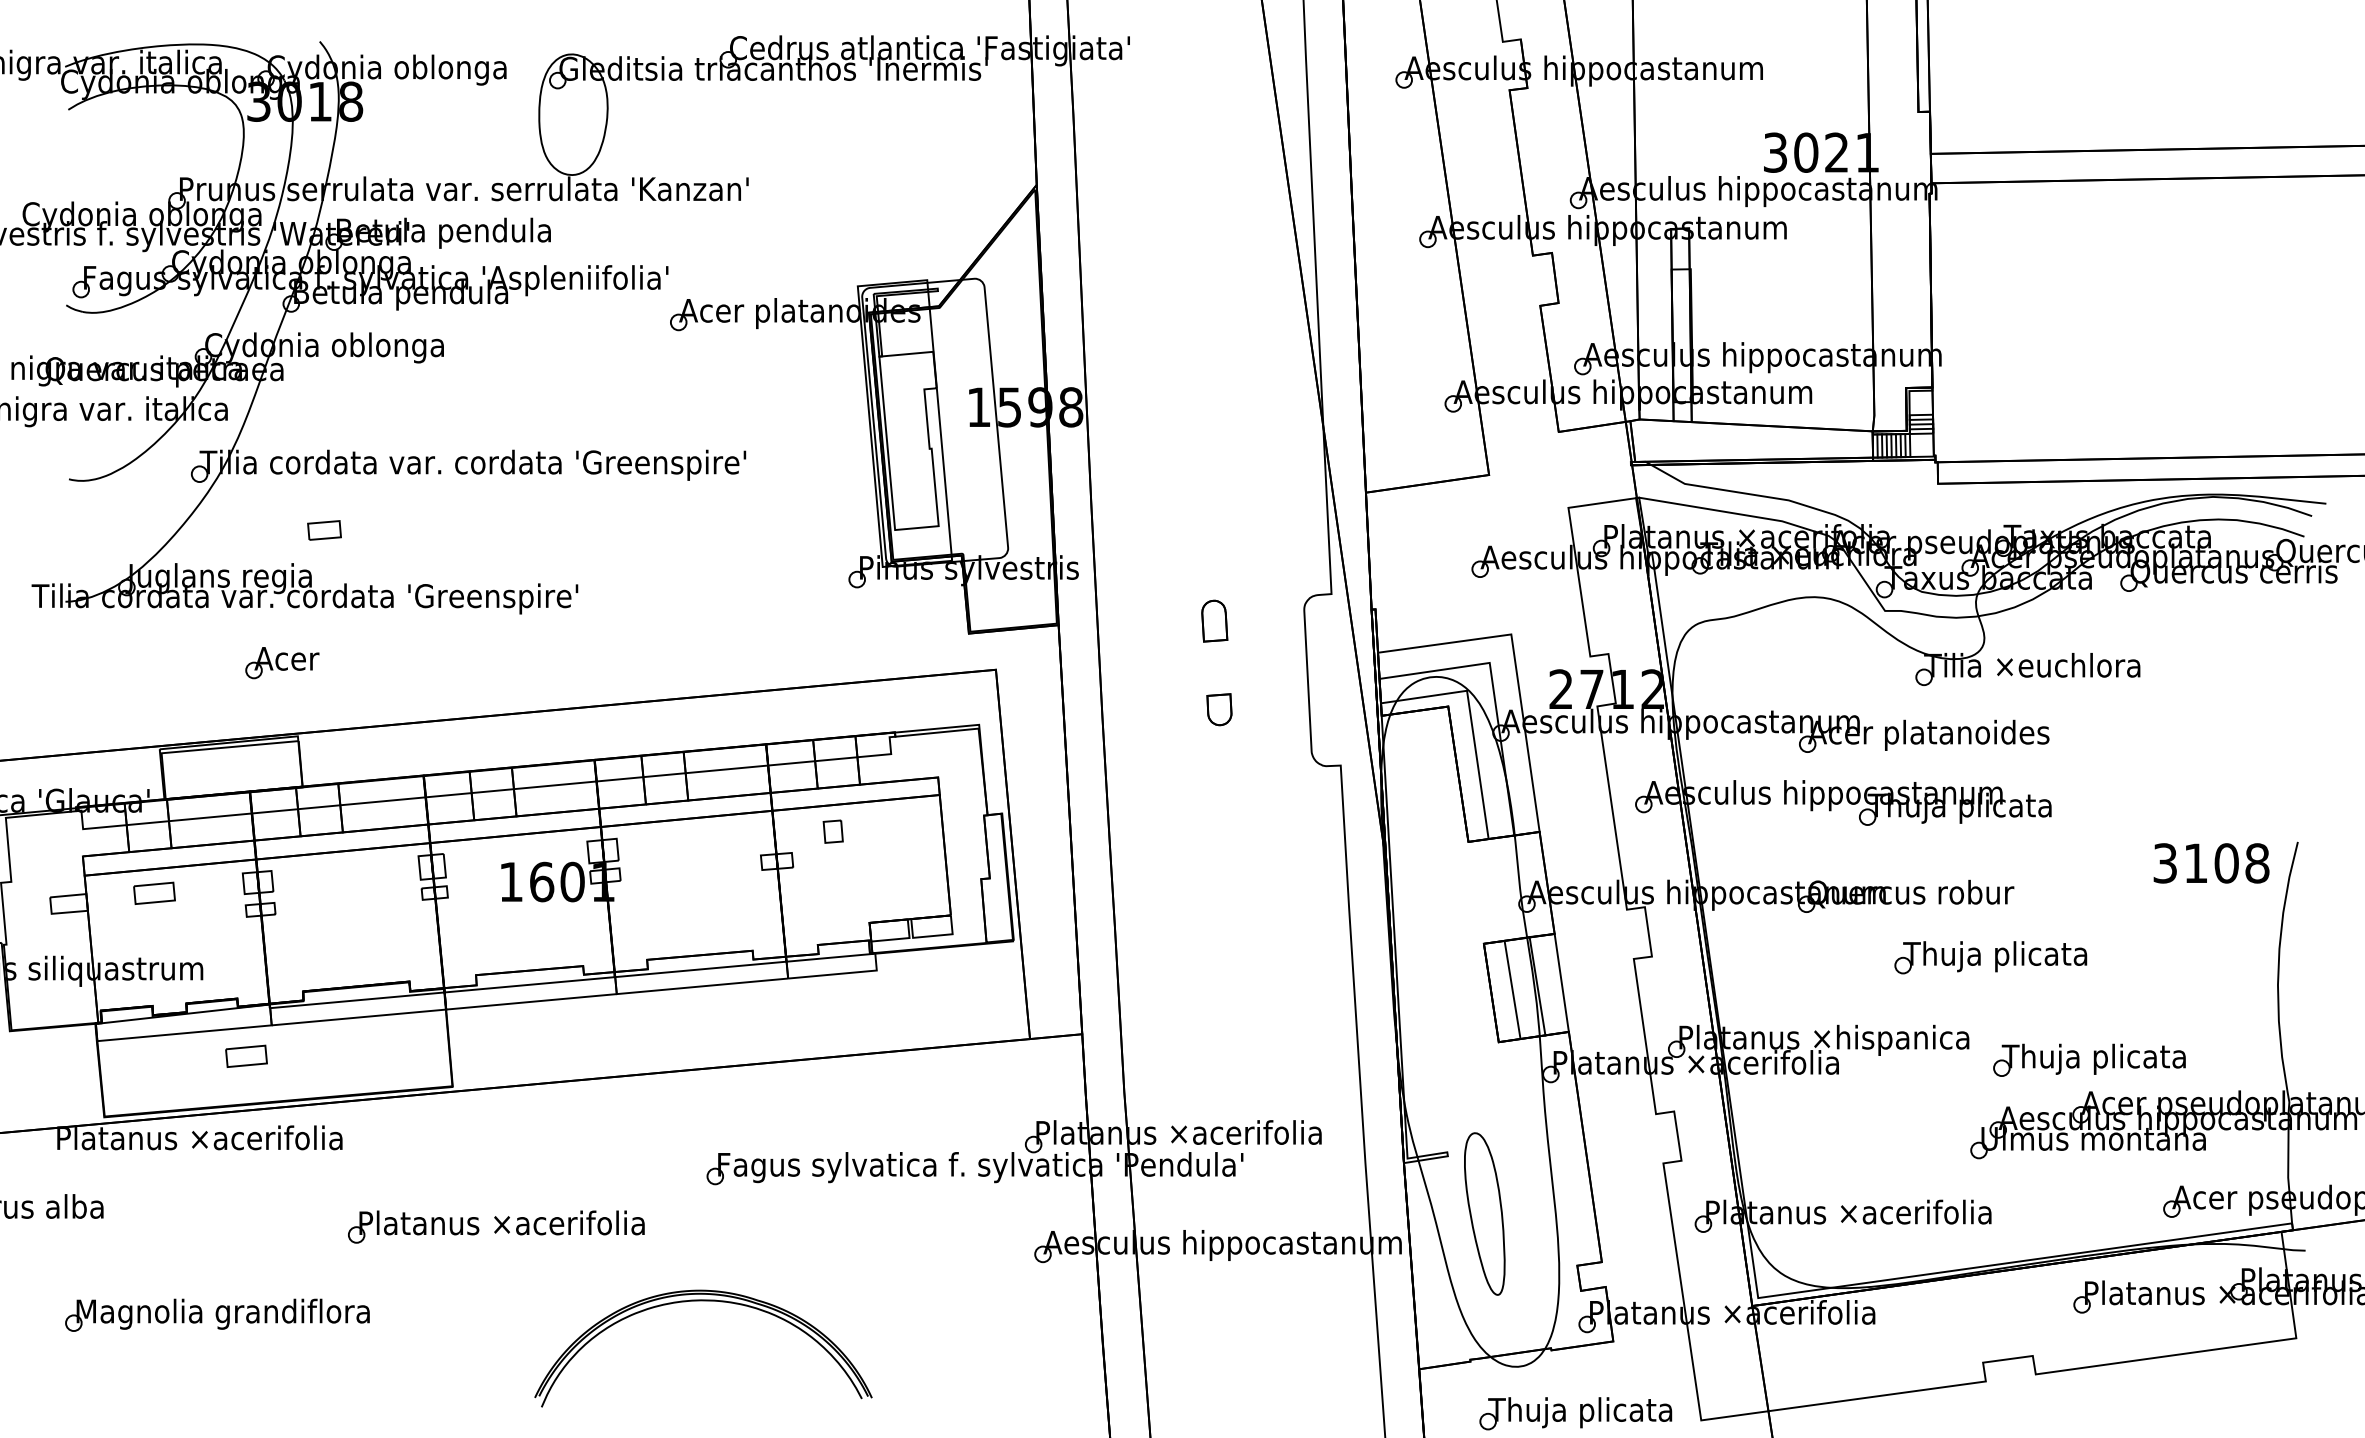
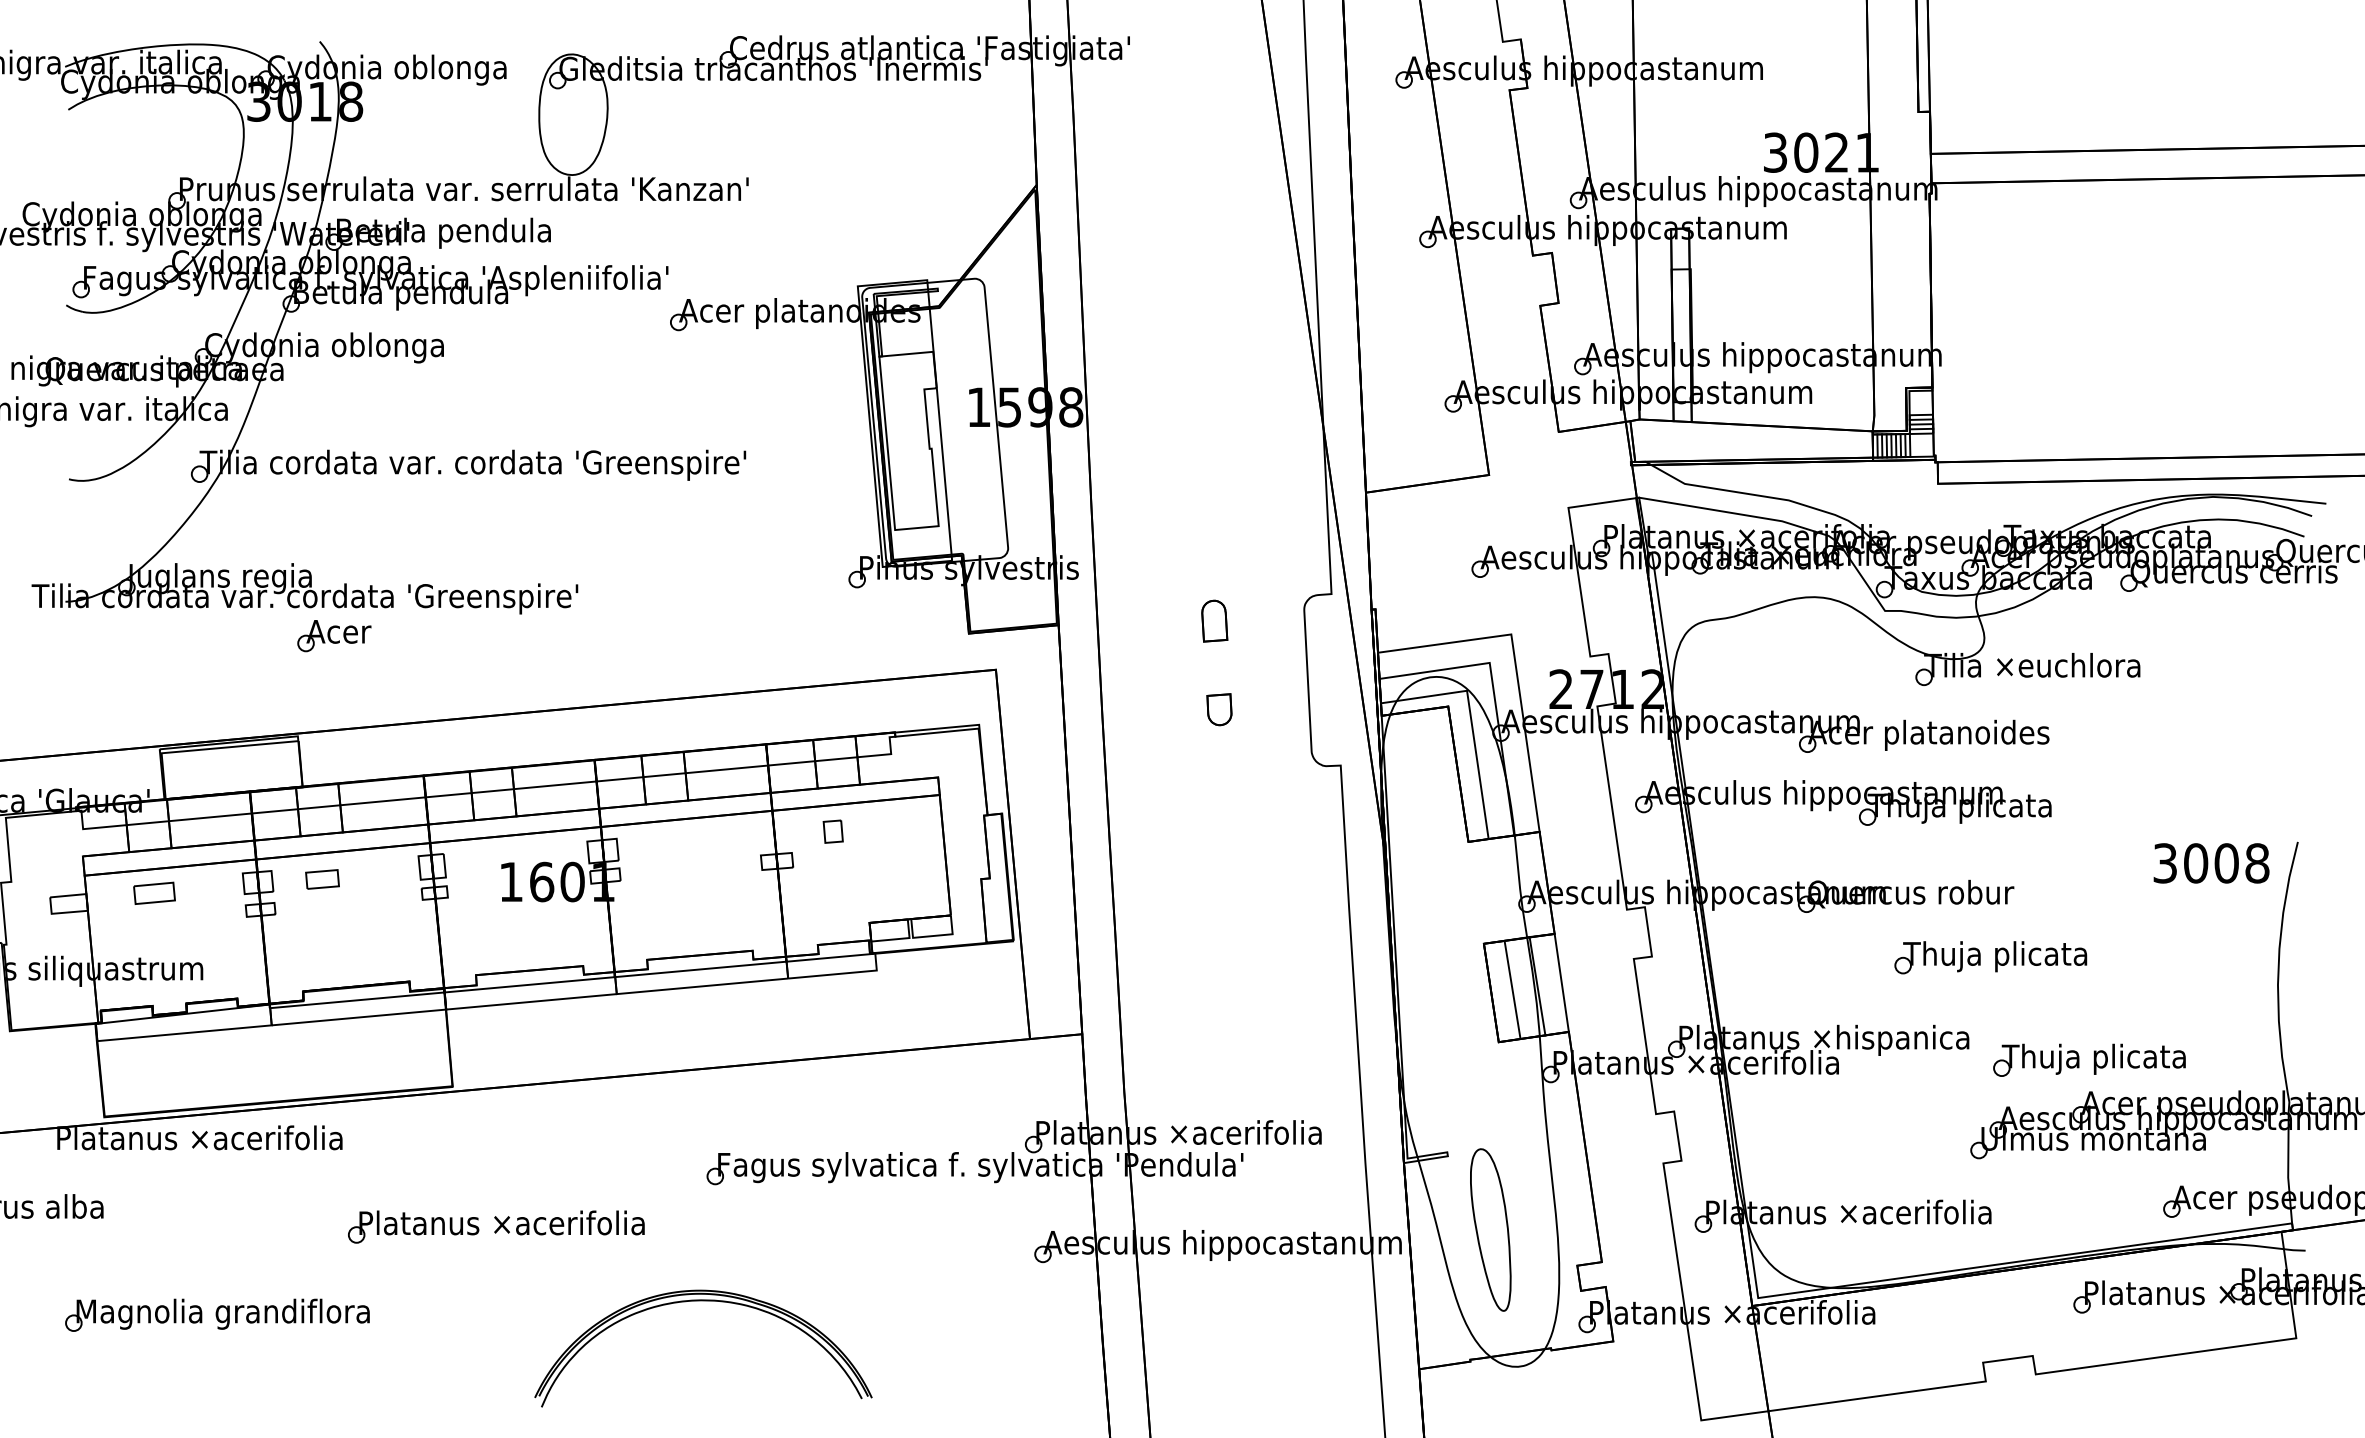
part at (324, 530) position: (324, 530) -> (322, 879)
part at (282, 663) position: (282, 663) -> (334, 636)
text at (2196, 863): 3108 -> 3008
part at (246, 1055): present -> none
part at (1484, 1213) position: (1484, 1213) -> (1490, 1229)
part at (1575, 1413): present -> none
